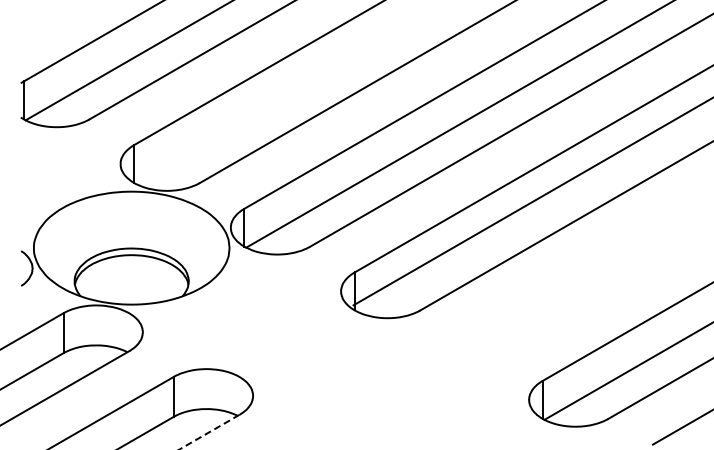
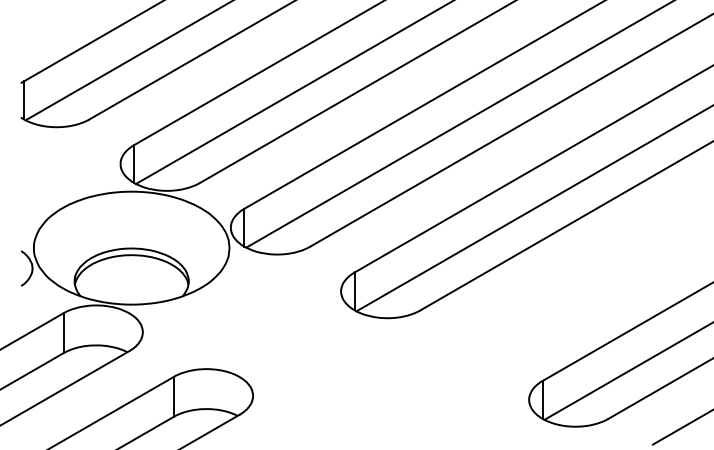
line at (292, 93): none -> present
line at (531, 202) position: (531, 202) -> (533, 209)
line at (209, 432): dashed -> solid
